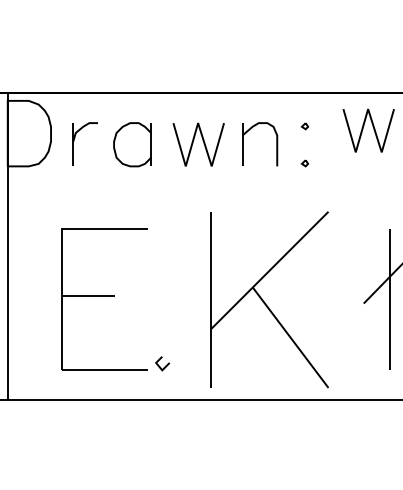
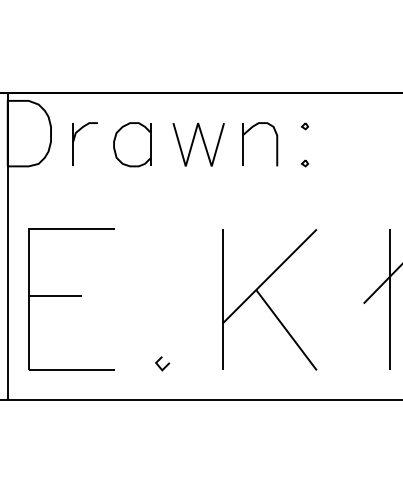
curve at (373, 130): present -> none
part at (104, 299) position: (104, 299) -> (71, 299)
part at (269, 299) size: 119x178 px -> 96x142 px
